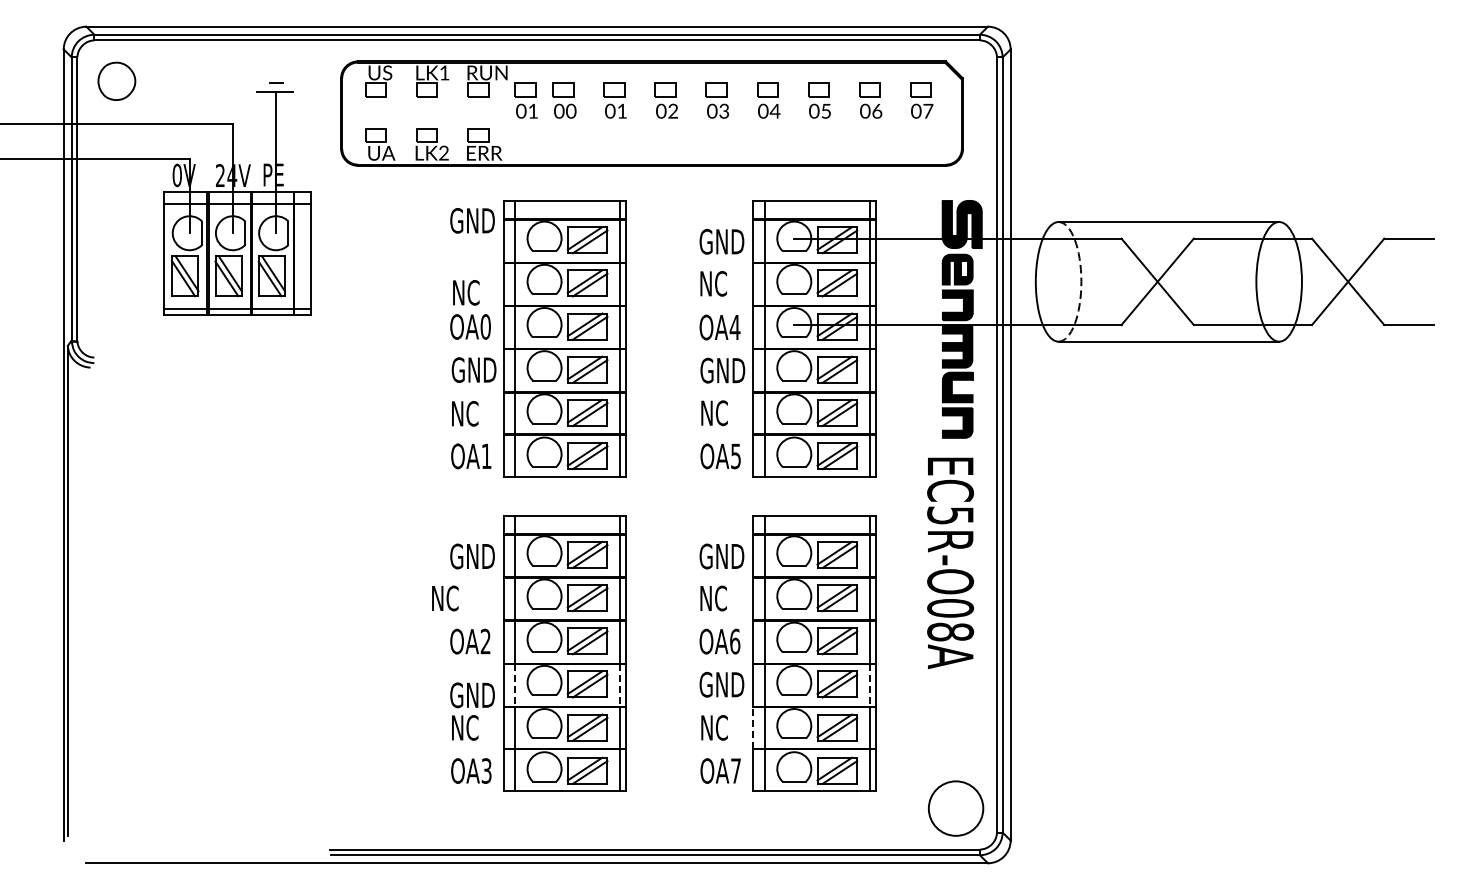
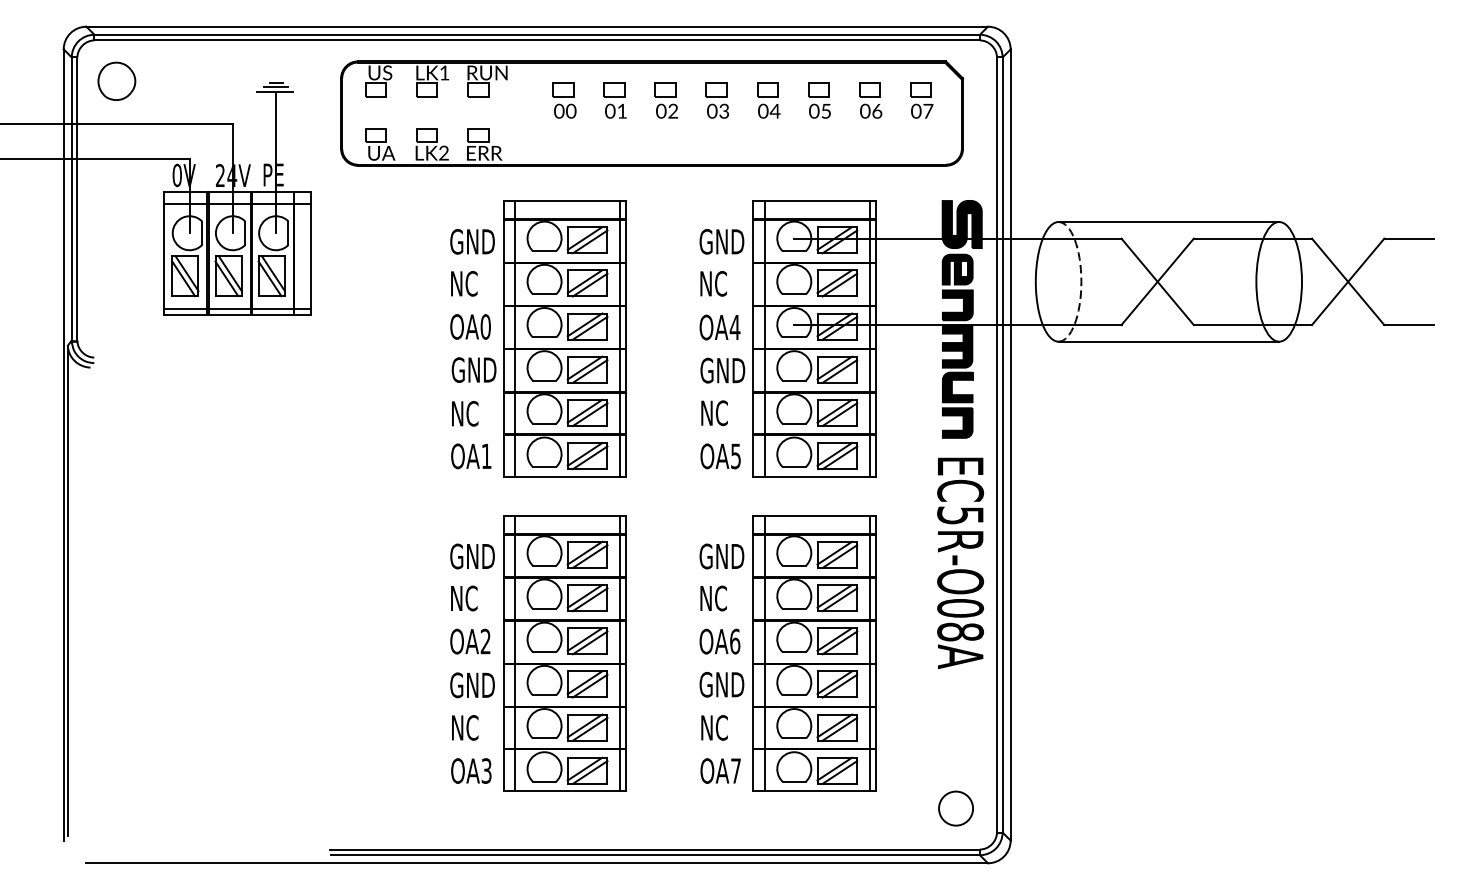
line at (275, 87): none -> present
part at (525, 100): present -> none
text at (472, 220) position: (472, 220) -> (472, 241)
text at (466, 292) position: (466, 292) -> (464, 283)
text at (950, 563) position: (950, 563) -> (960, 563)
text at (445, 598) position: (445, 598) -> (464, 598)
line at (515, 685): dashed -> solid
line at (620, 685): dashed -> solid
line at (870, 685): dashed -> solid
text at (472, 695) position: (472, 695) -> (472, 685)
line at (753, 727): dashed -> solid
circle at (955, 808) diameter: 54 px -> 34 px
